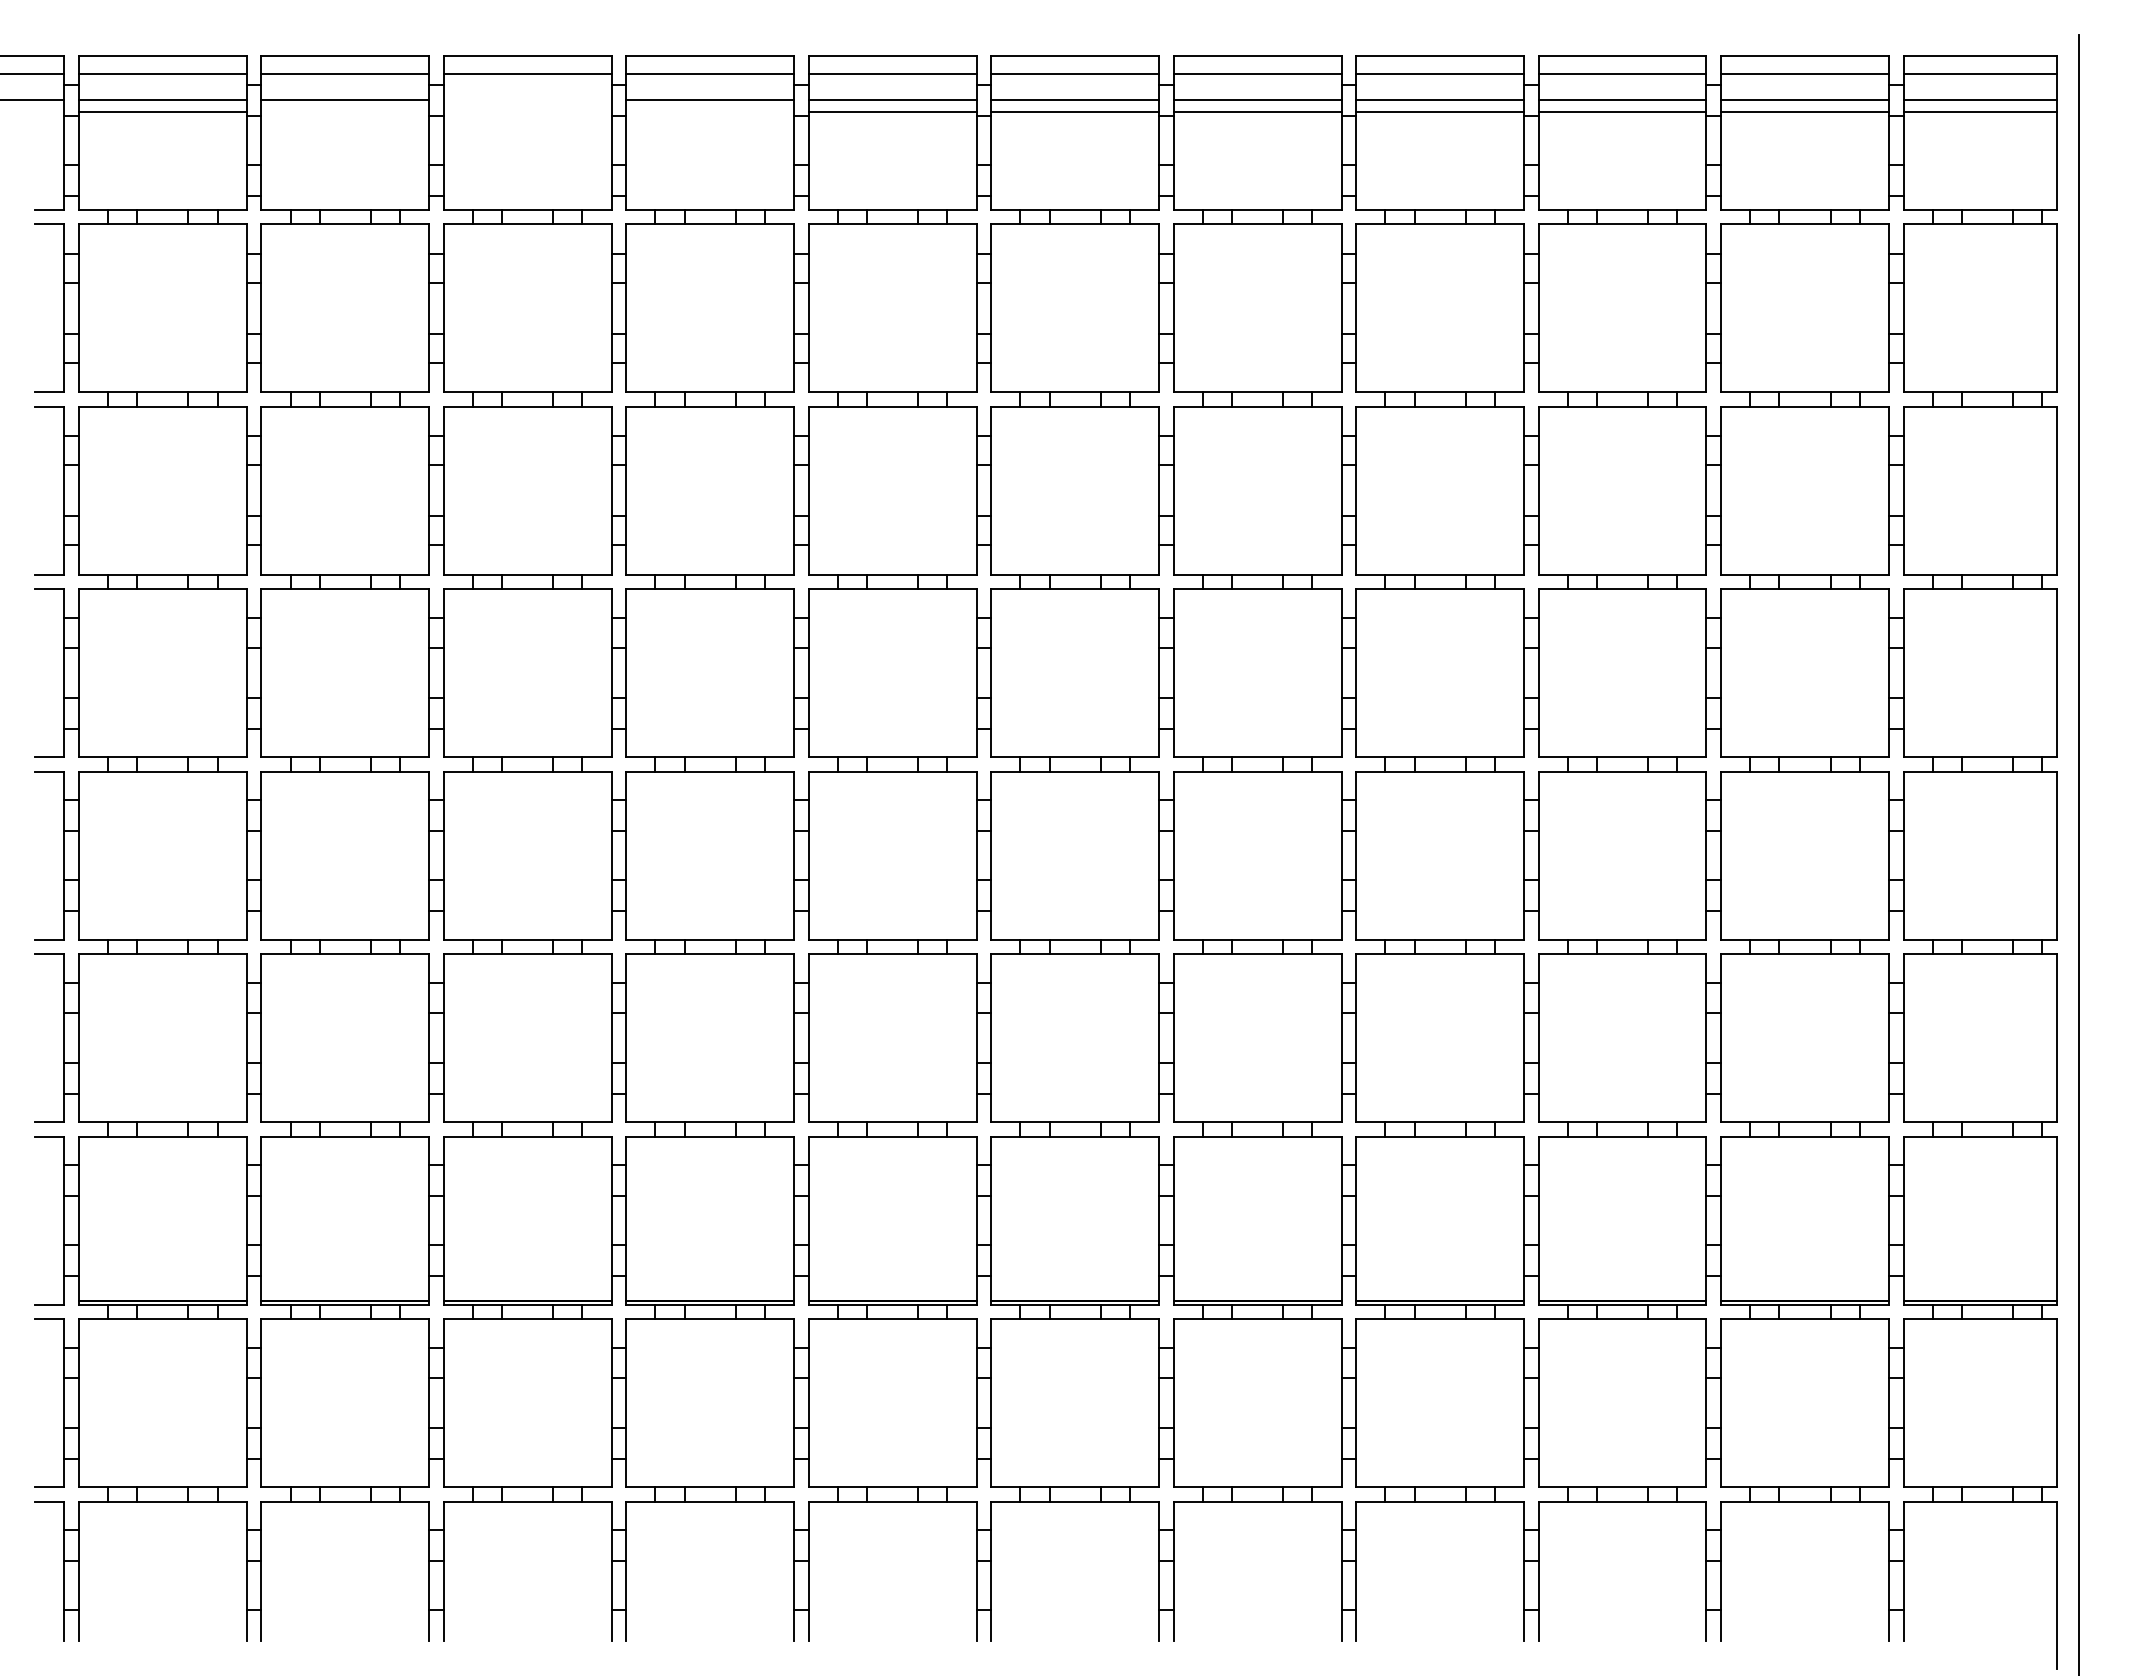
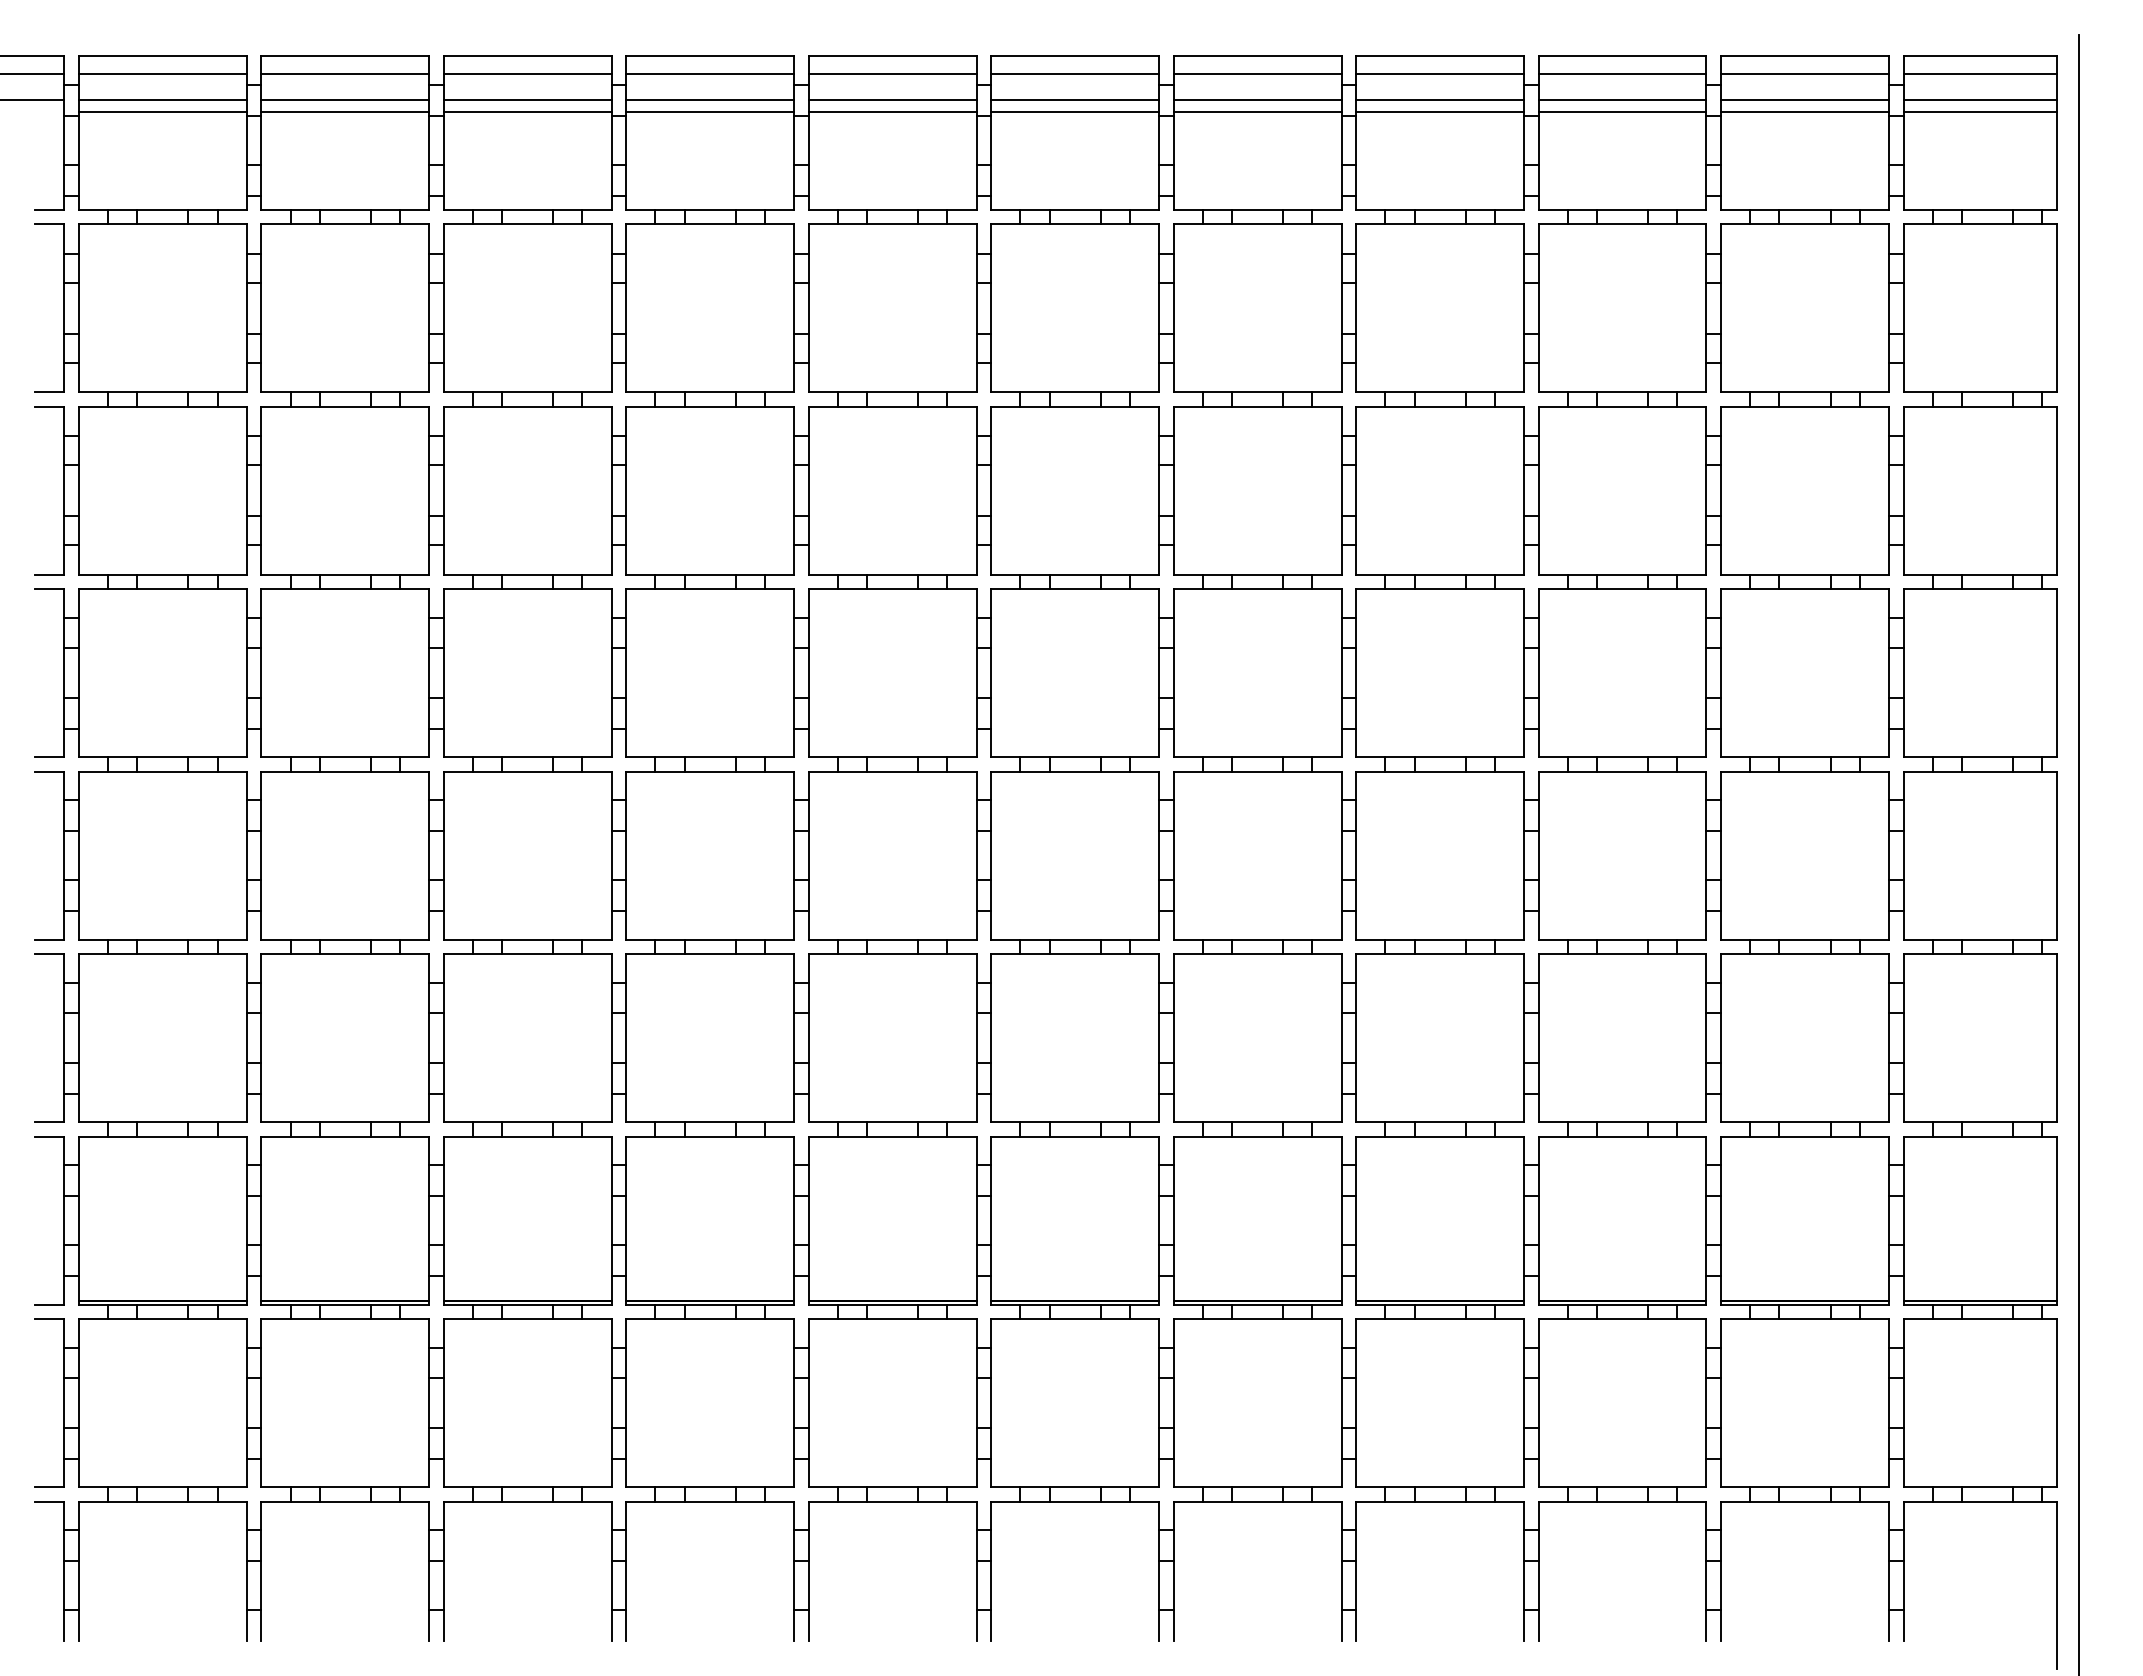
line at (527, 100): none -> present
line at (345, 111): none -> present
line at (527, 111): none -> present
line at (710, 111): none -> present
